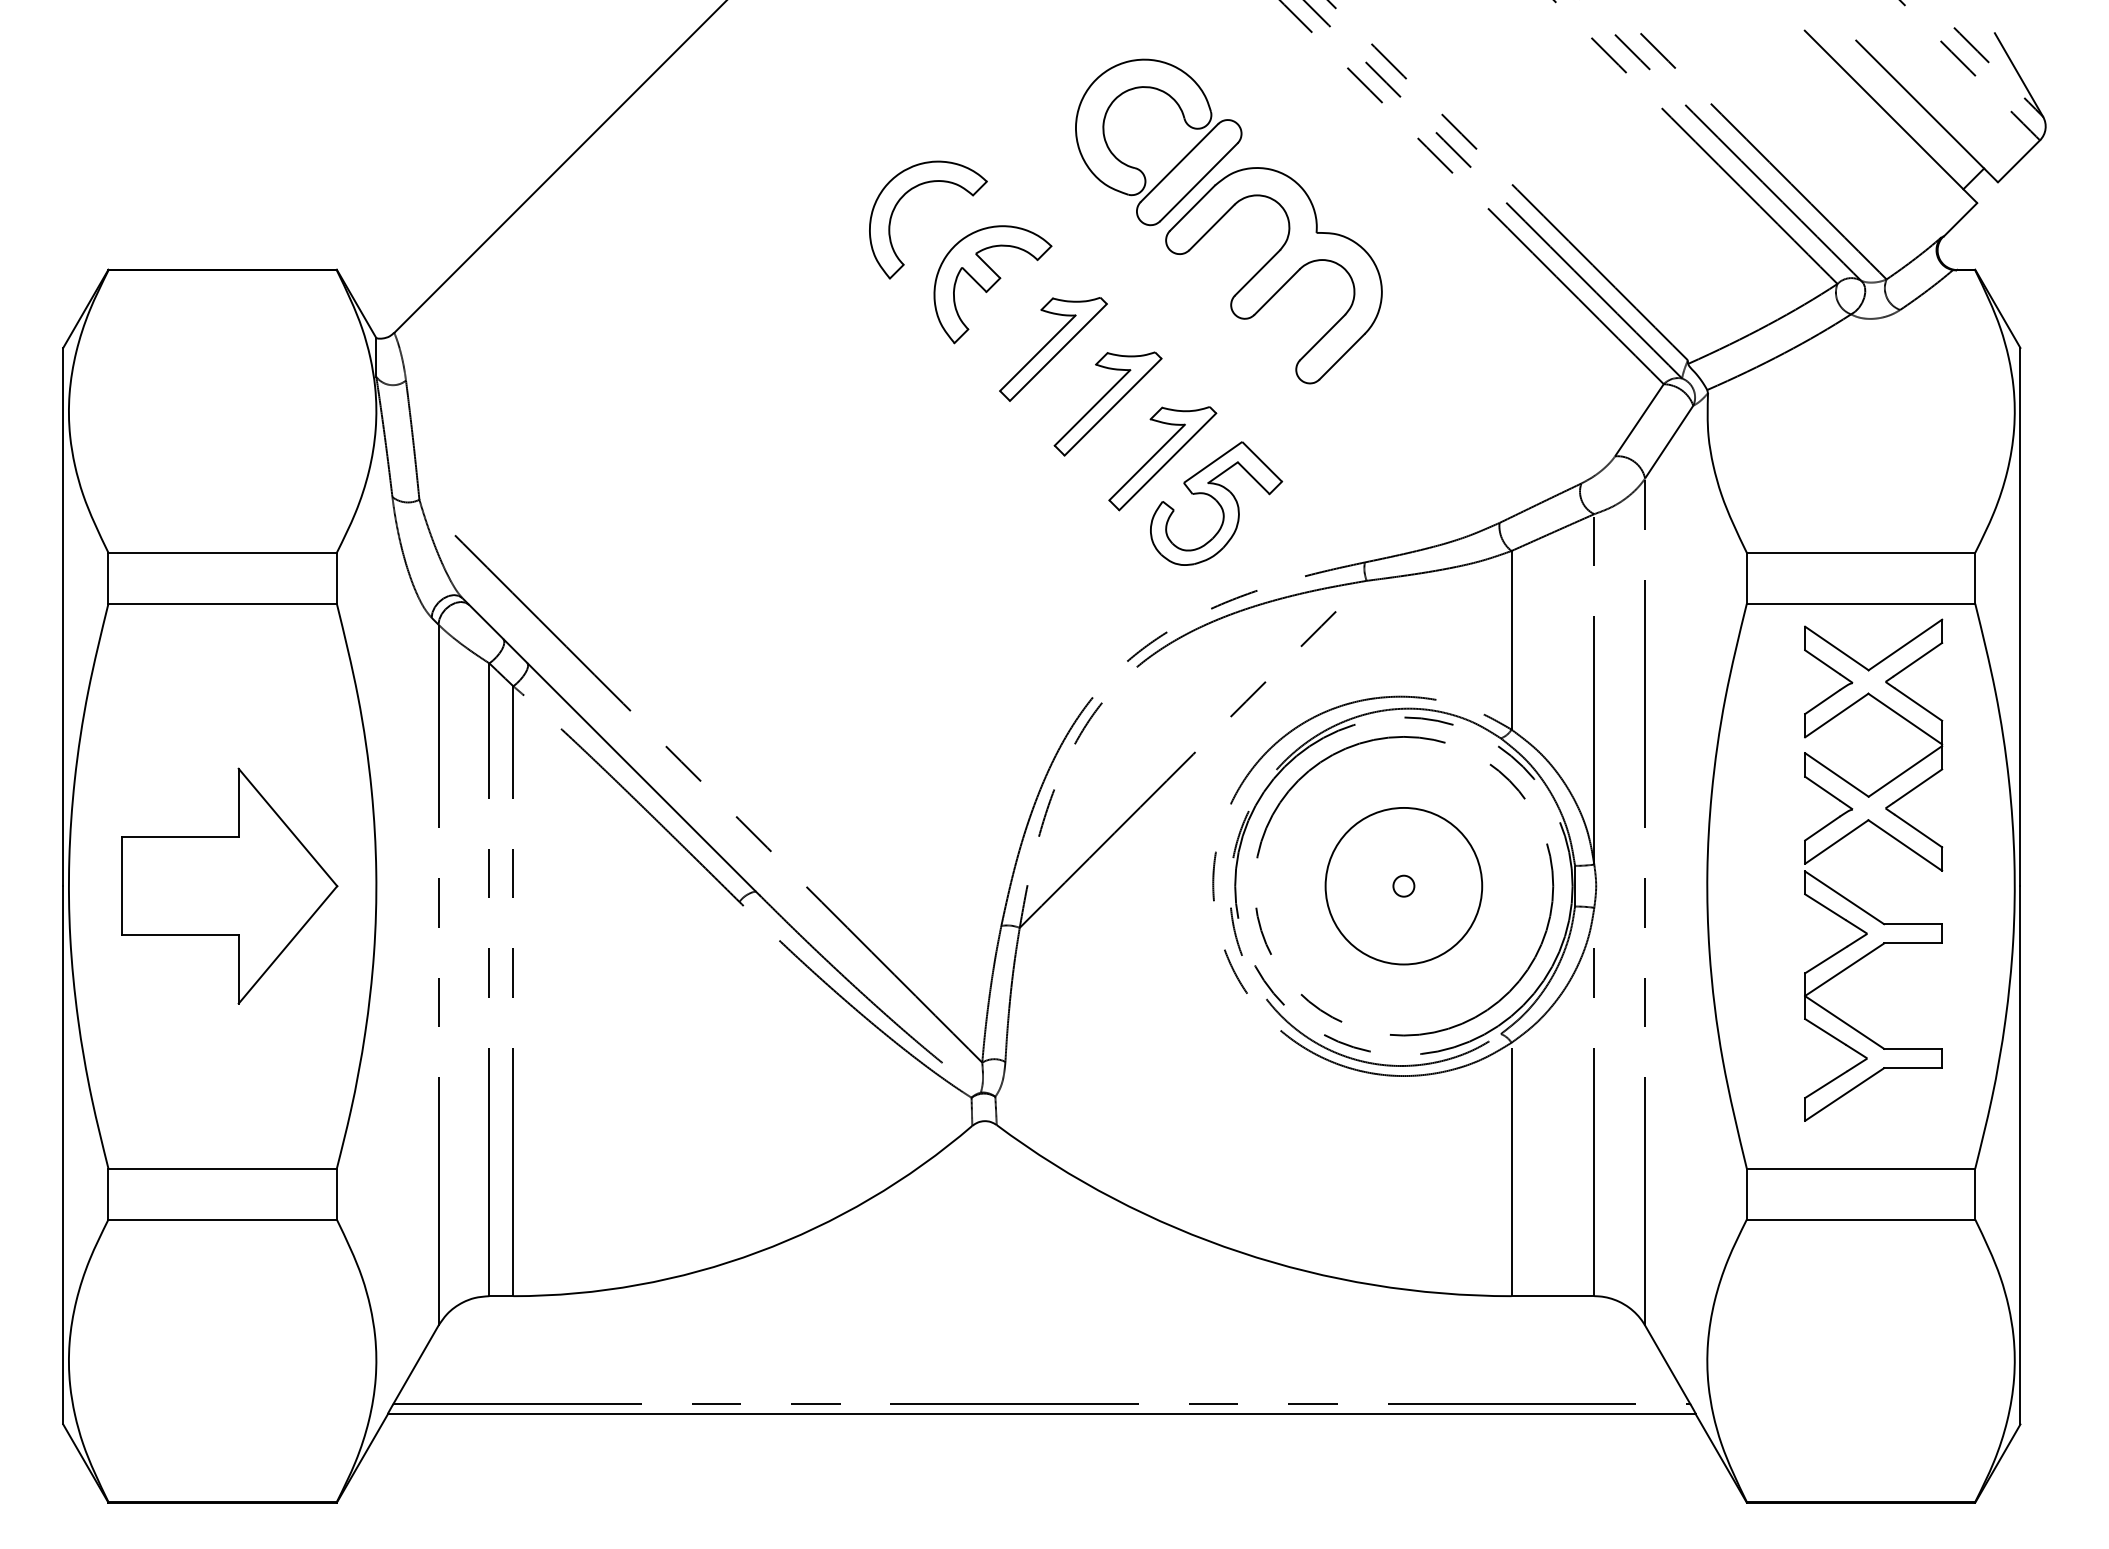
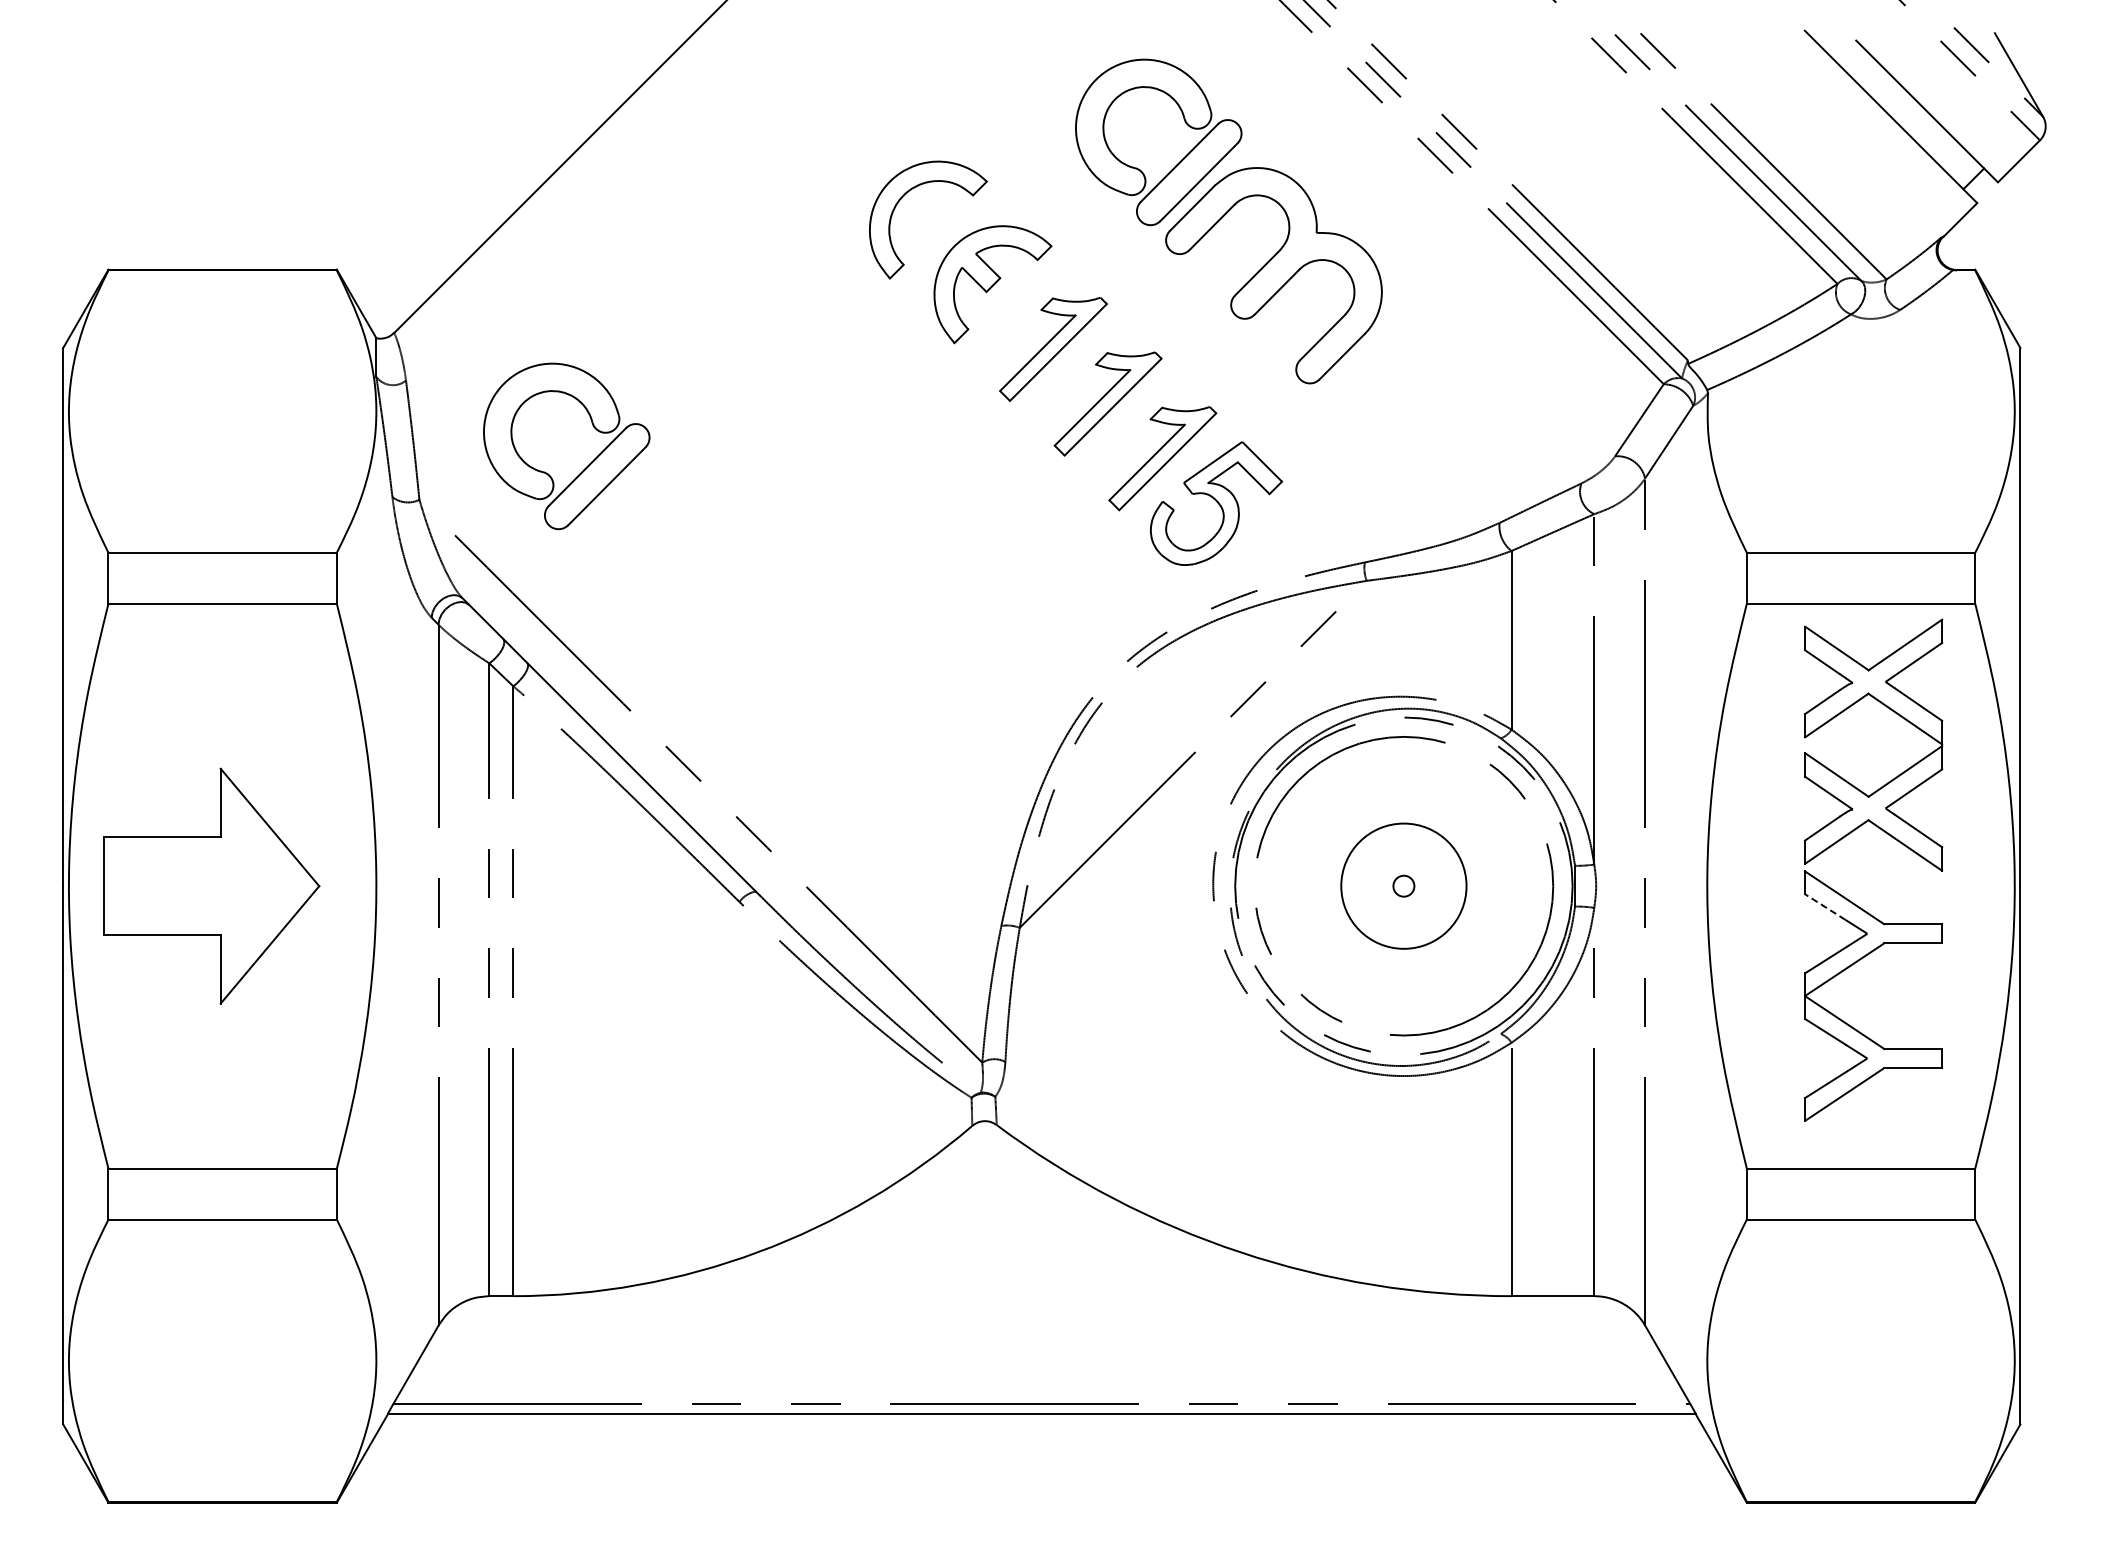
part at (586, 466): none -> present
part at (229, 885) position: (229, 885) -> (211, 885)
circle at (1403, 885) diameter: 157 px -> 125 px
line at (1825, 907): solid -> dashed
